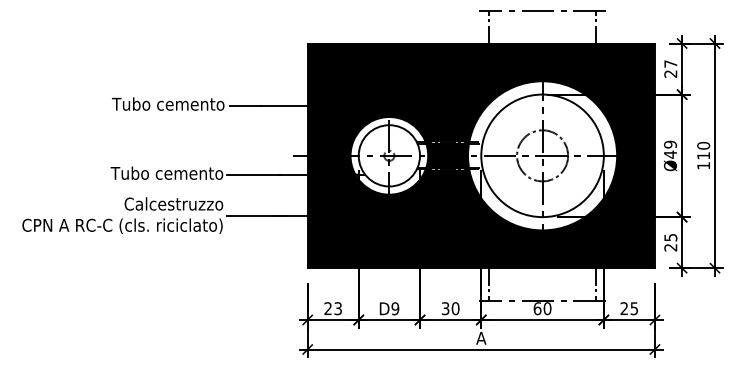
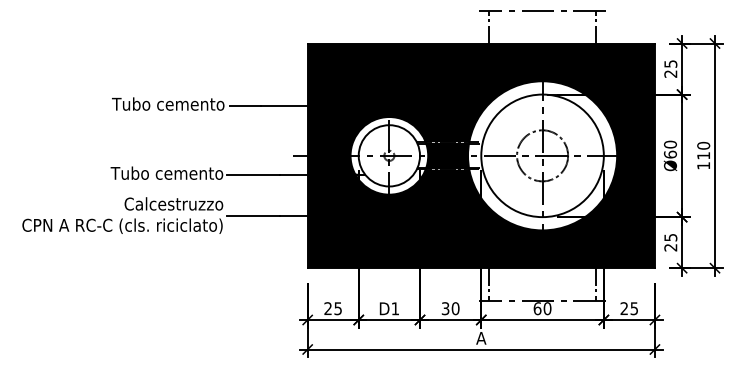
text at (670, 63): 27 -> 25
text at (669, 149): Ø49 -> Ø60
text at (337, 308): 23 -> 25
text at (395, 308): D9 -> D1
